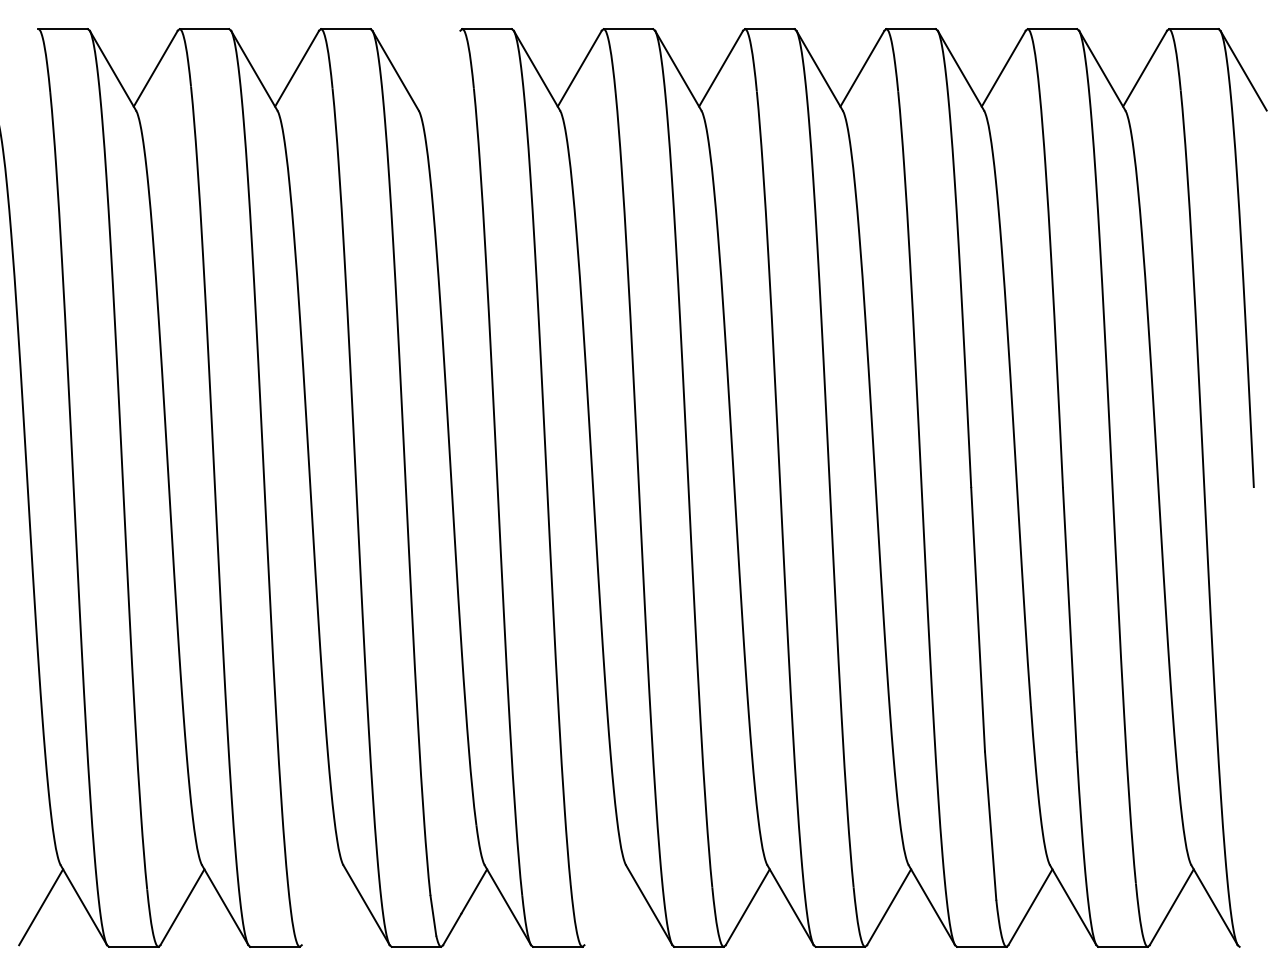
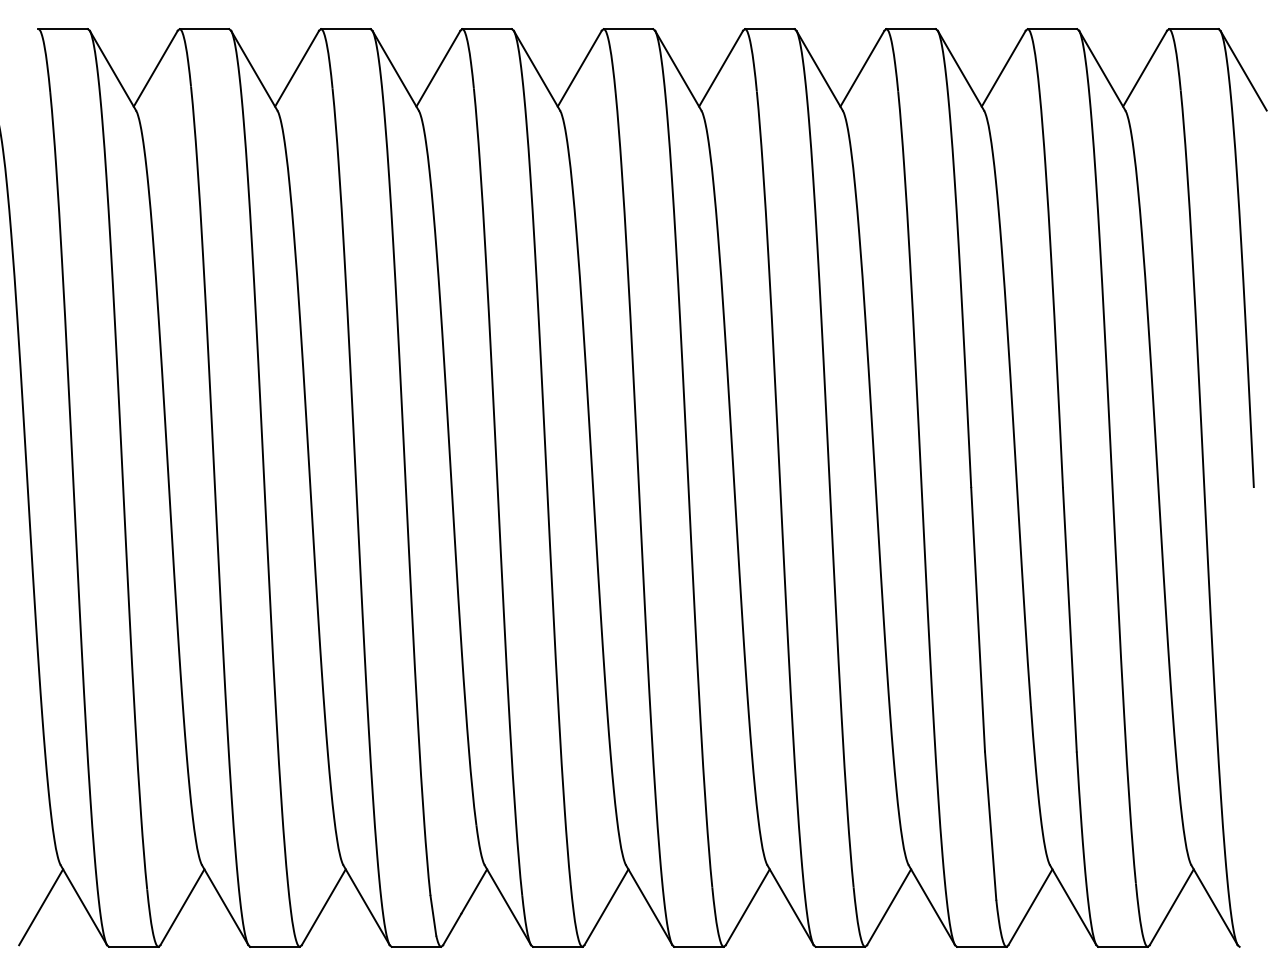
line at (438, 68): none -> present
line at (323, 907): none -> present
line at (606, 907): none -> present
